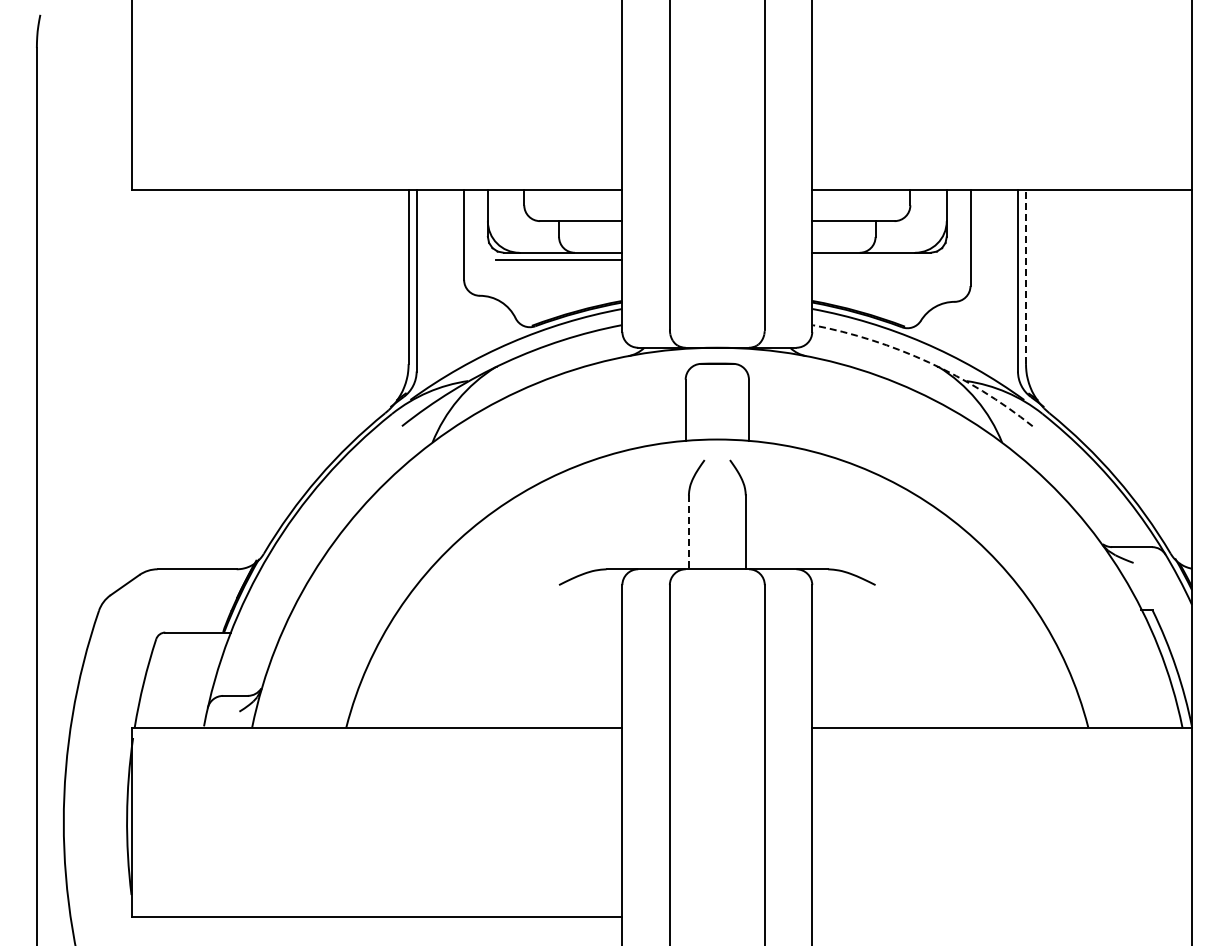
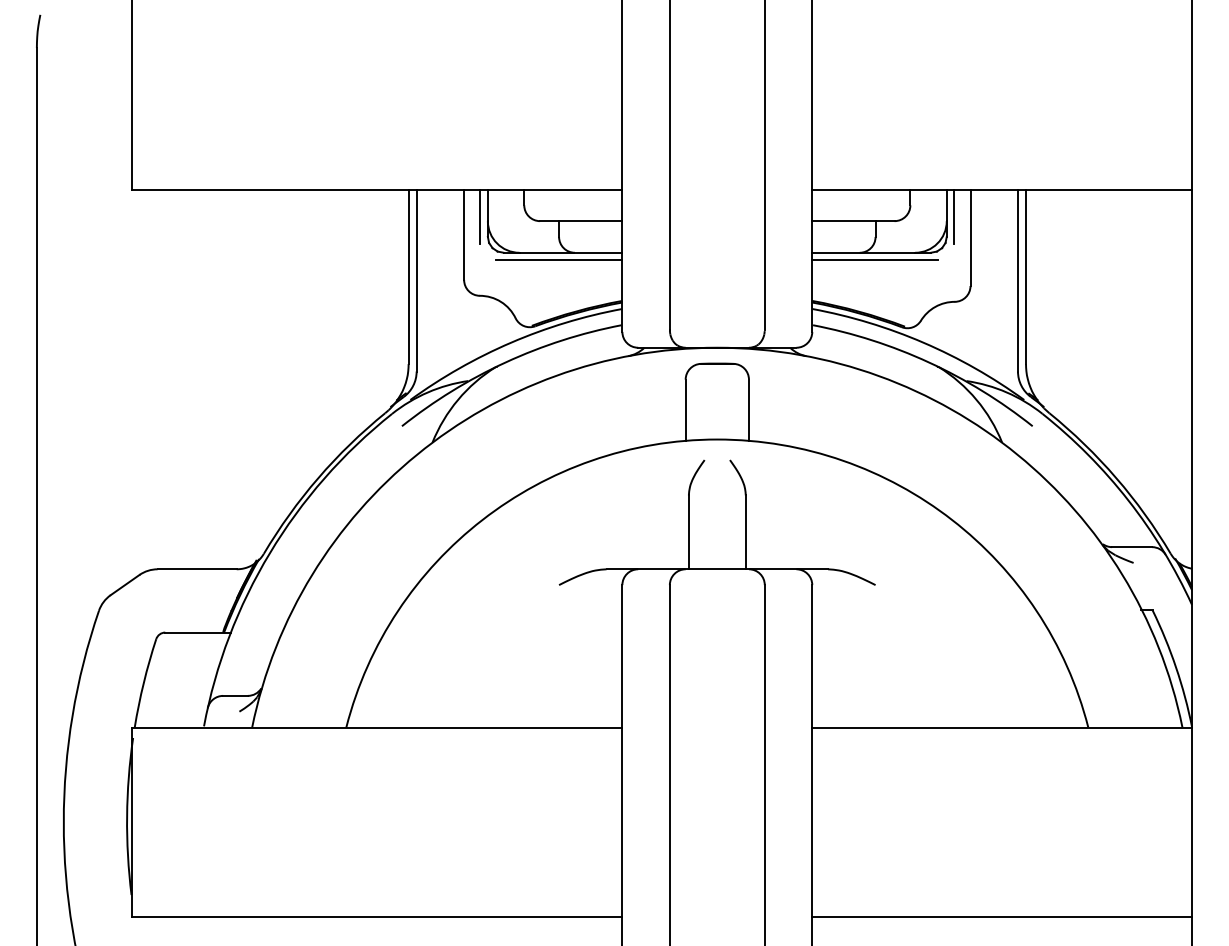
line at (480, 216): none -> present
line at (954, 216): none -> present
line at (875, 260): none -> present
line at (1026, 276): dashed -> solid
arc at (928, 362): dashed -> solid
line at (688, 532): dashed -> solid
line at (1002, 917): none -> present
